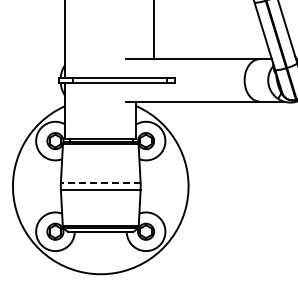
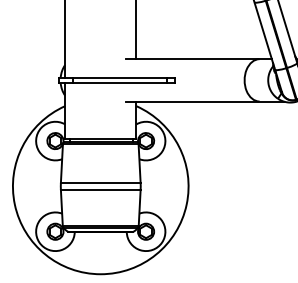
line at (154, 30) position: (154, 30) -> (136, 30)
line at (100, 182): dashed -> solid
